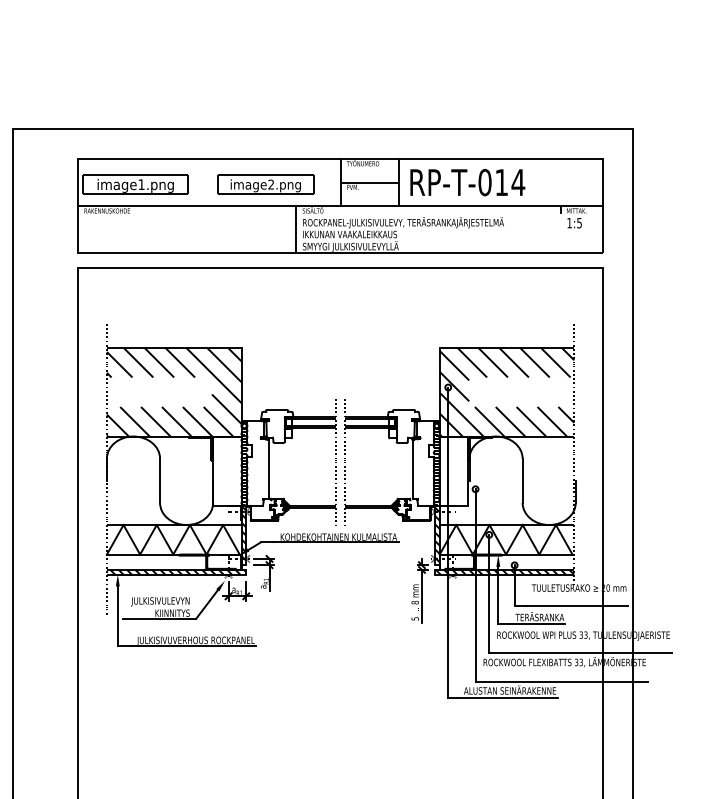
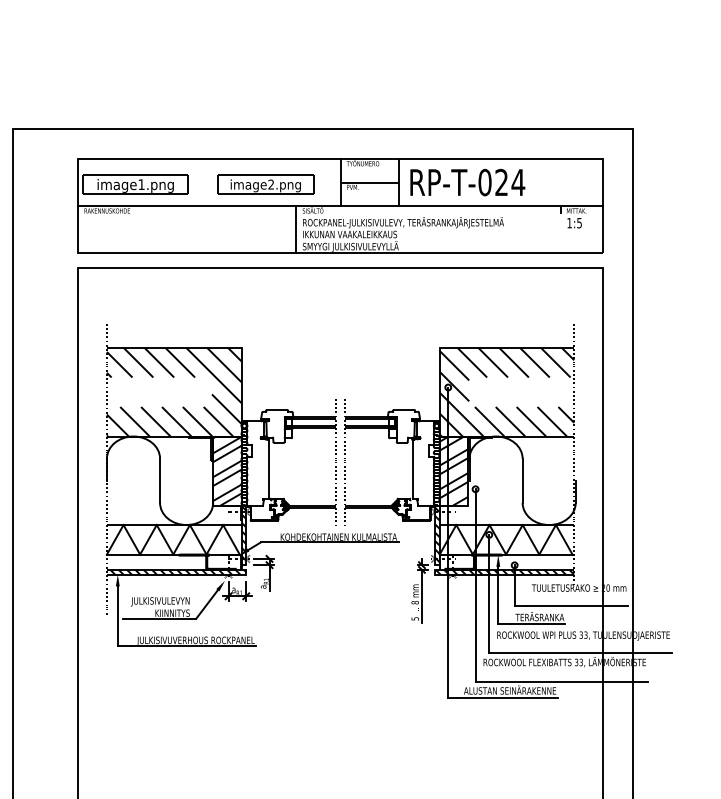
text at (501, 181): RP-T-014 -> RP-T-024
hatch at (227, 470): none -> present
hatch at (453, 470): none -> present
